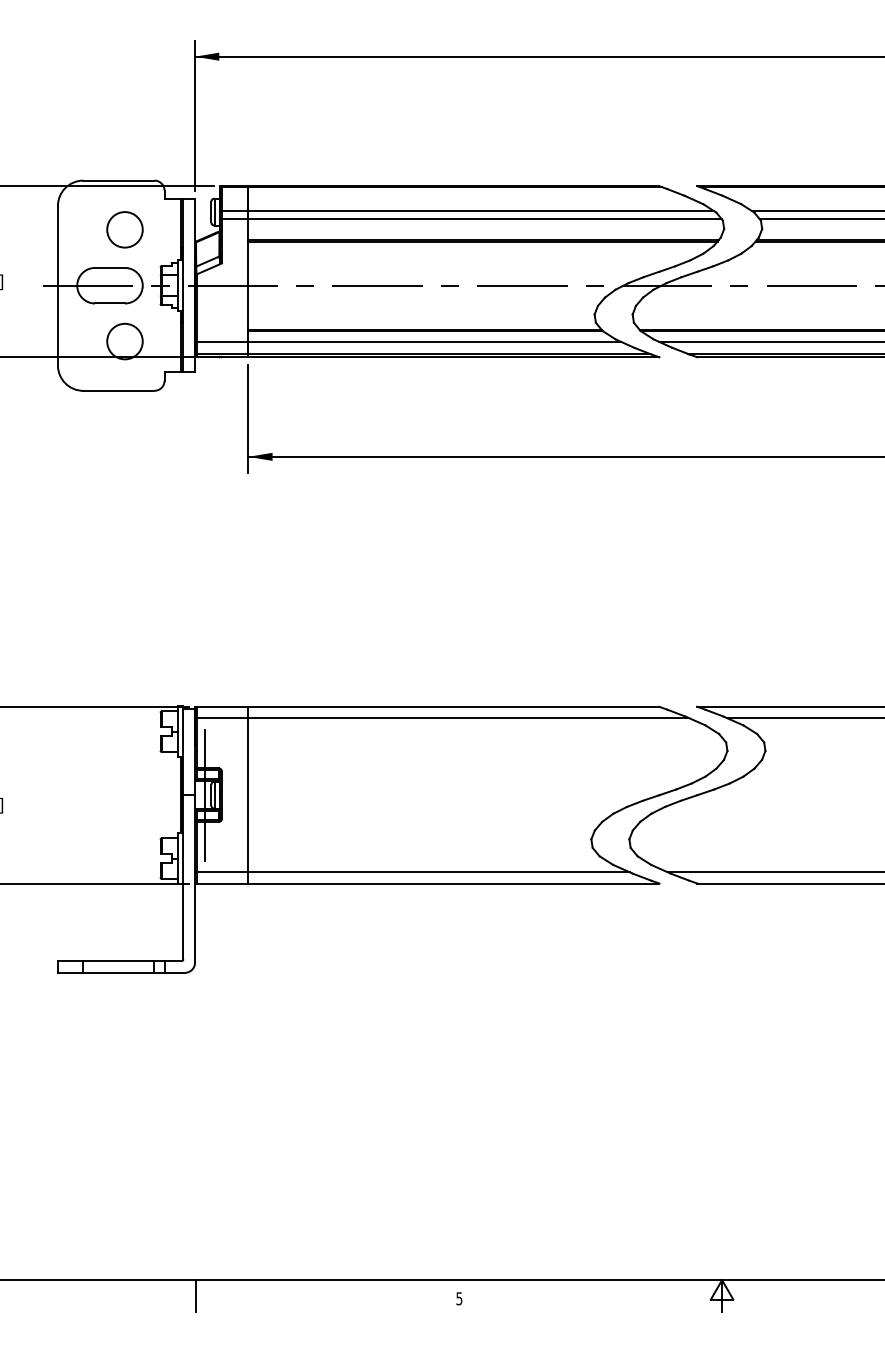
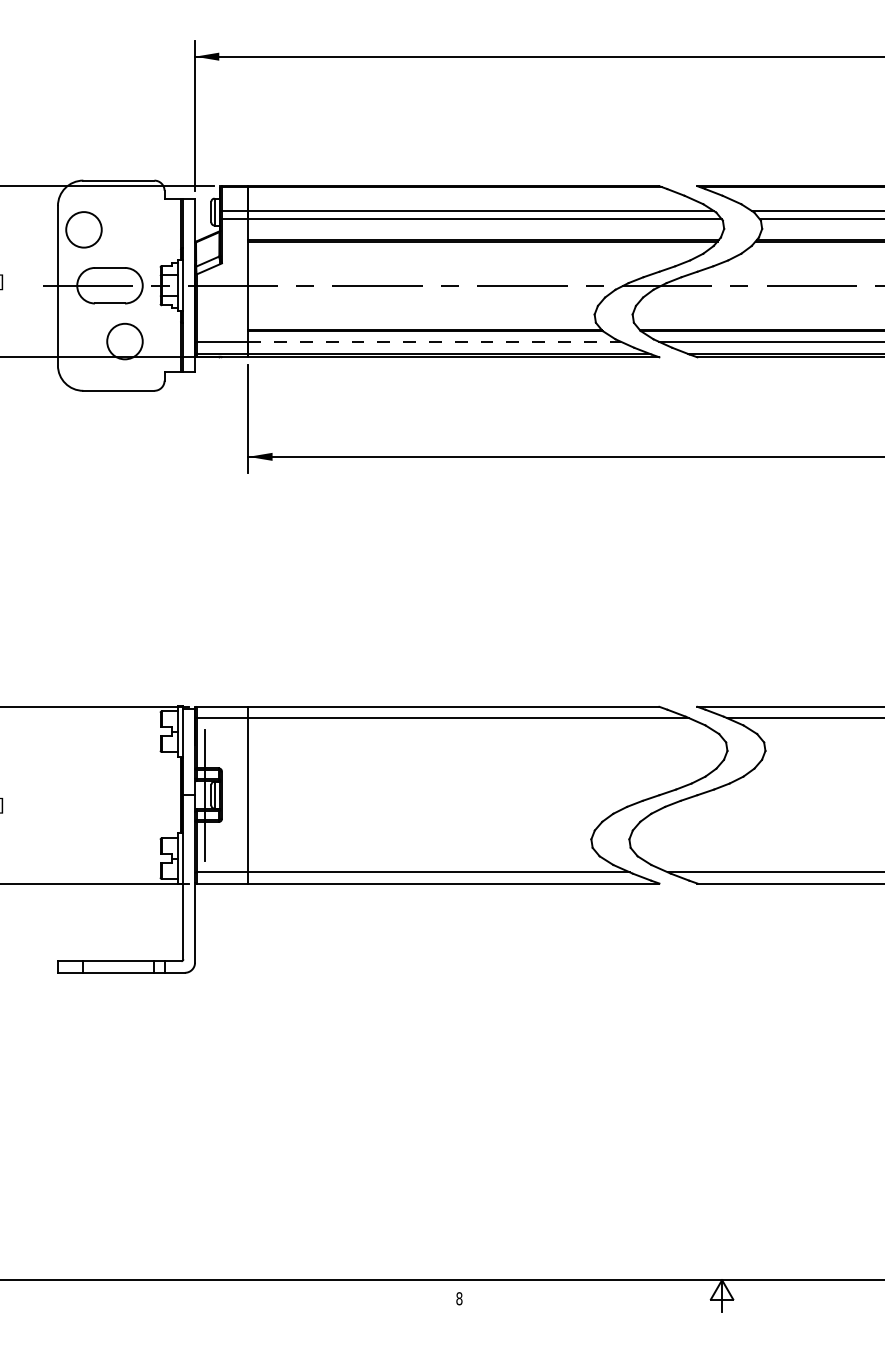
circle at (124, 229) position: (124, 229) -> (83, 229)
line at (435, 341): solid -> dashed
line at (196, 1296): present -> none
text at (459, 1298): 5 -> 8
